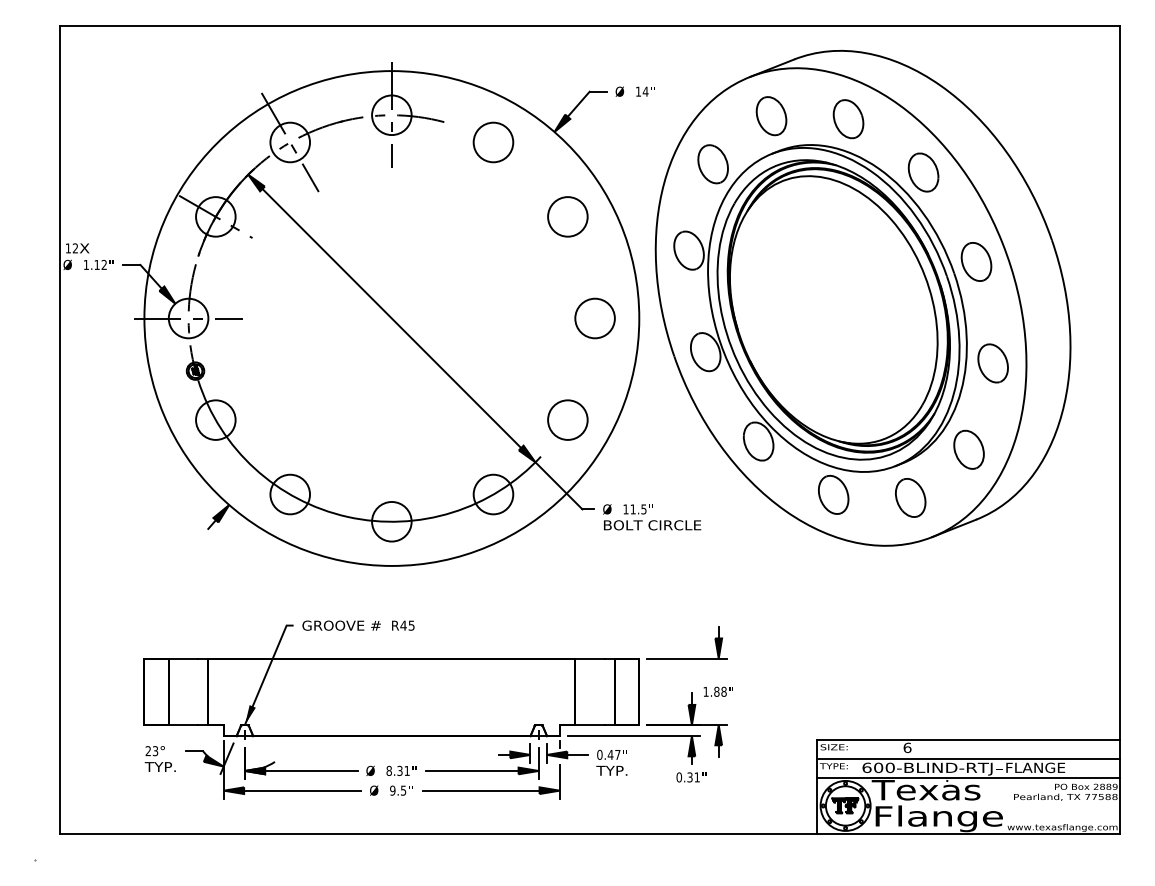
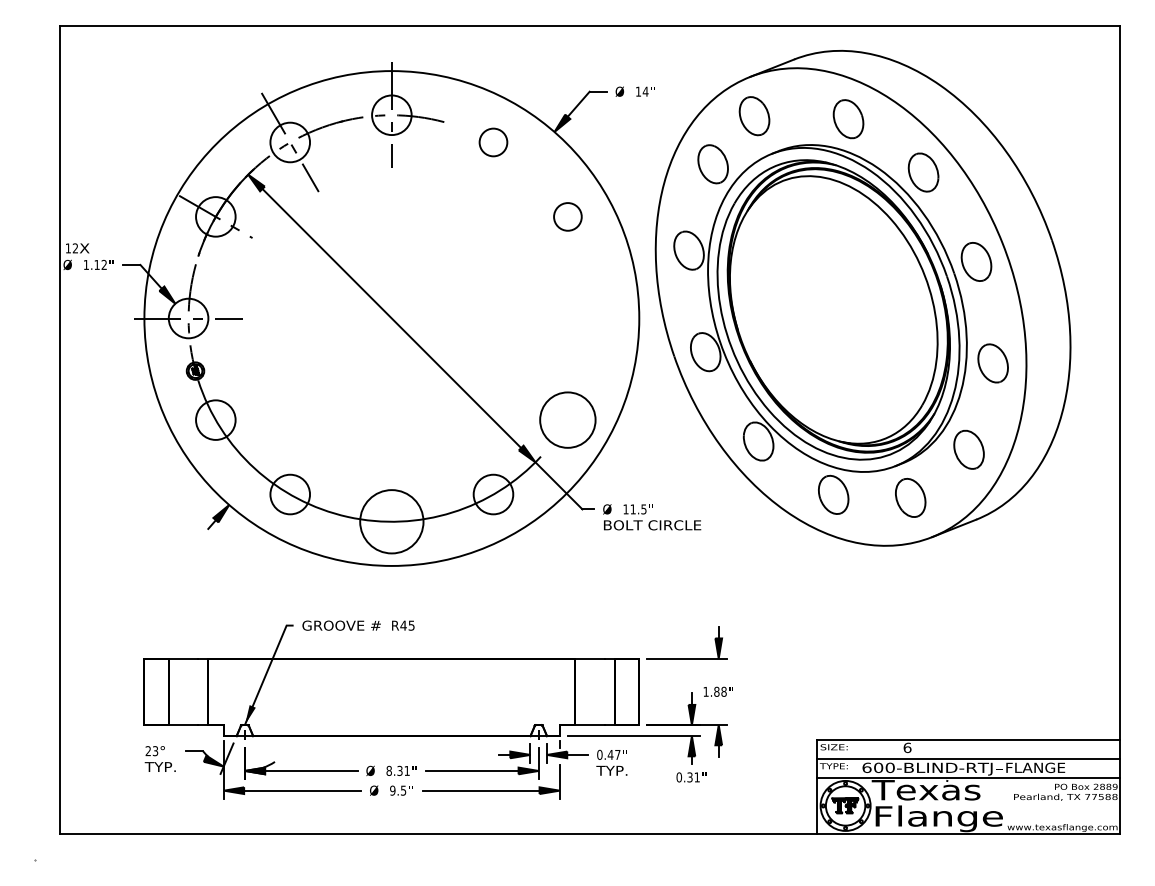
part at (771, 116) position: (771, 116) -> (754, 116)
circle at (493, 142) size: 43x43 px -> 31x31 px
circle at (567, 216) size: 42x42 px -> 30x30 px
circle at (594, 318): present -> none
circle at (567, 419) diameter: 40 px -> 55 px
circle at (391, 521) diameter: 40 px -> 63 px
